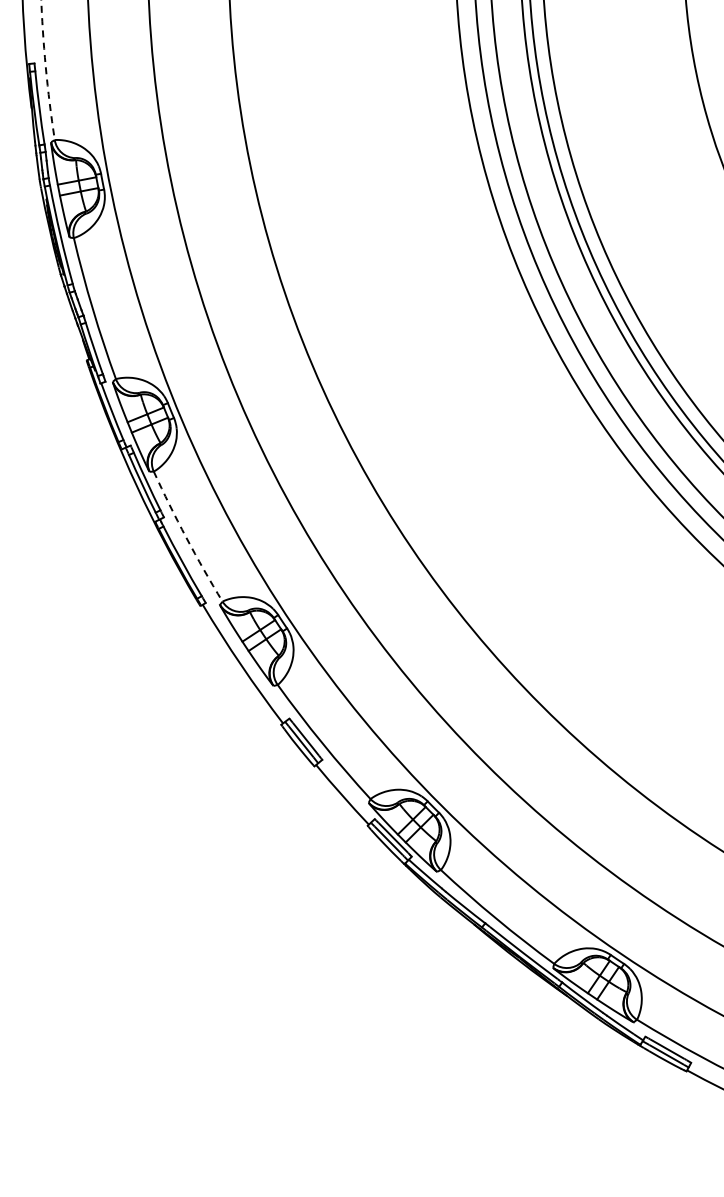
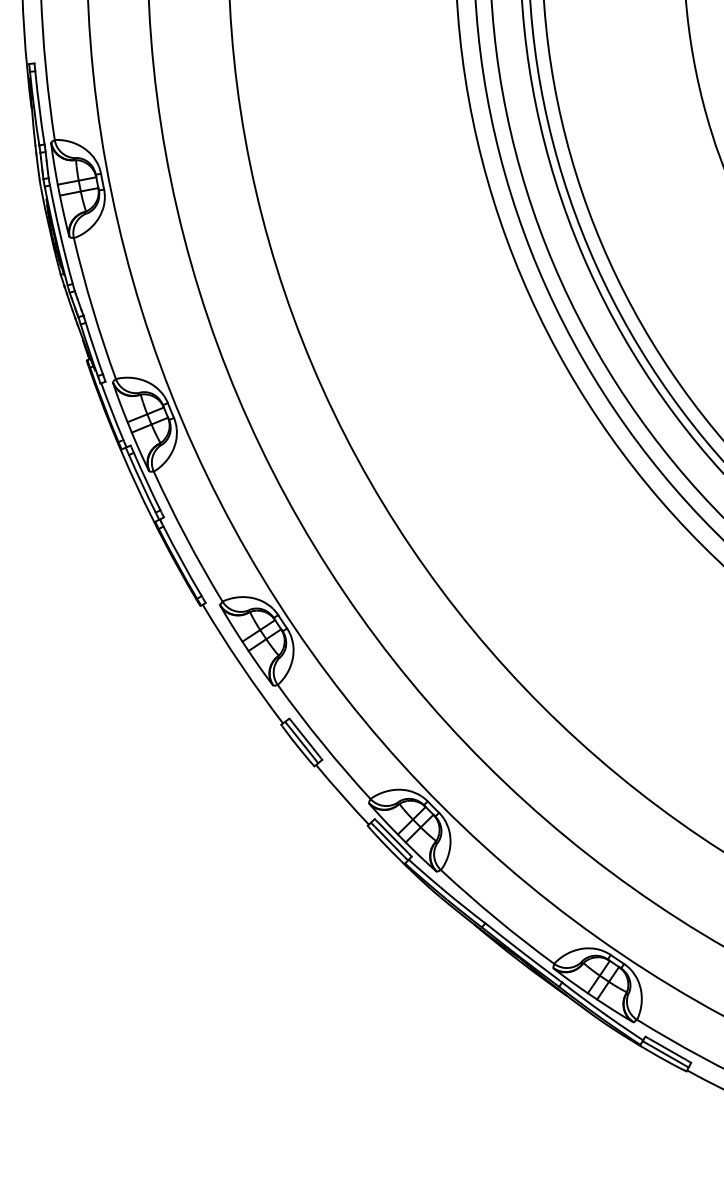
arc at (46, 69): dashed -> solid
arc at (186, 537): dashed -> solid
